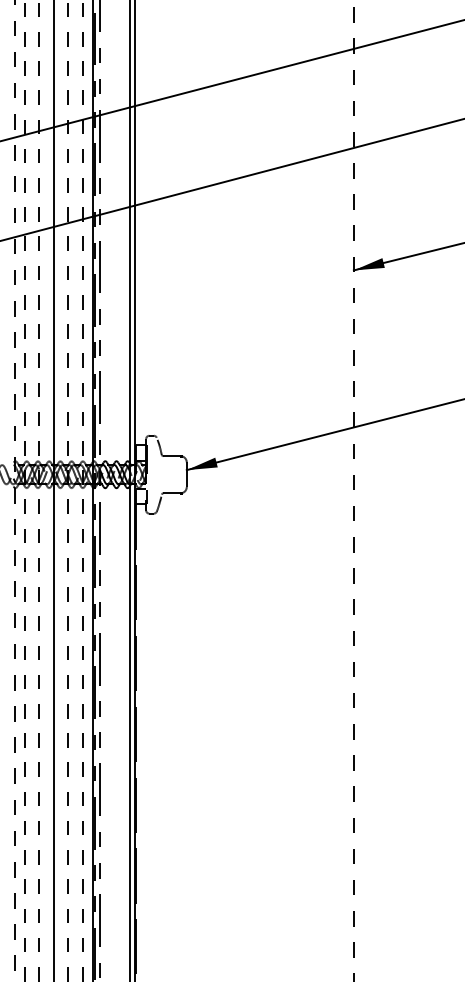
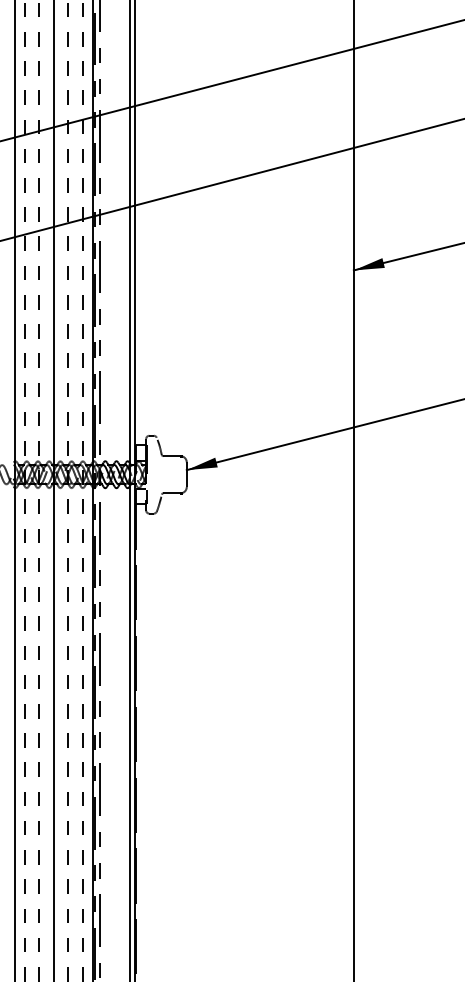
line at (15, 491): dashed -> solid
line at (353, 491): dashed -> solid
